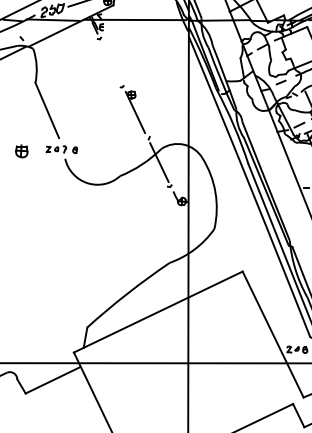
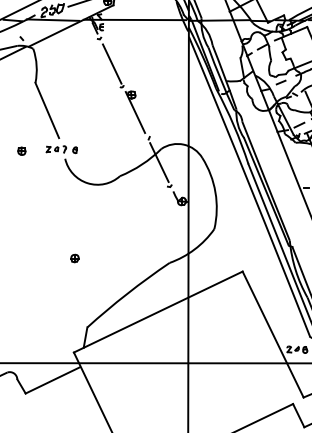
line at (111, 63): none -> present
part at (21, 151) size: 14x15 px -> 10x10 px
part at (74, 258): none -> present
